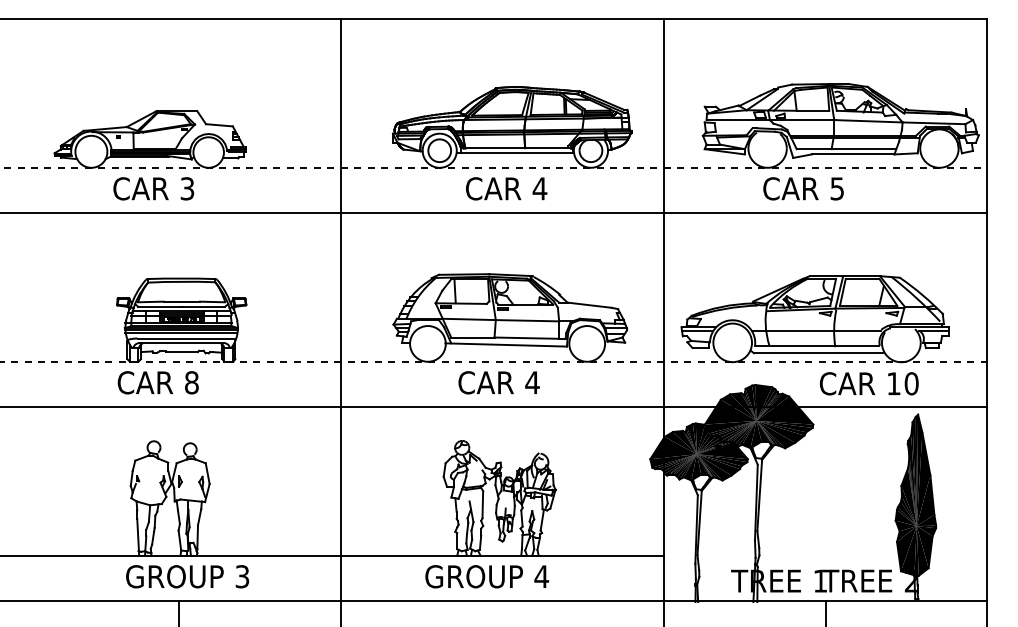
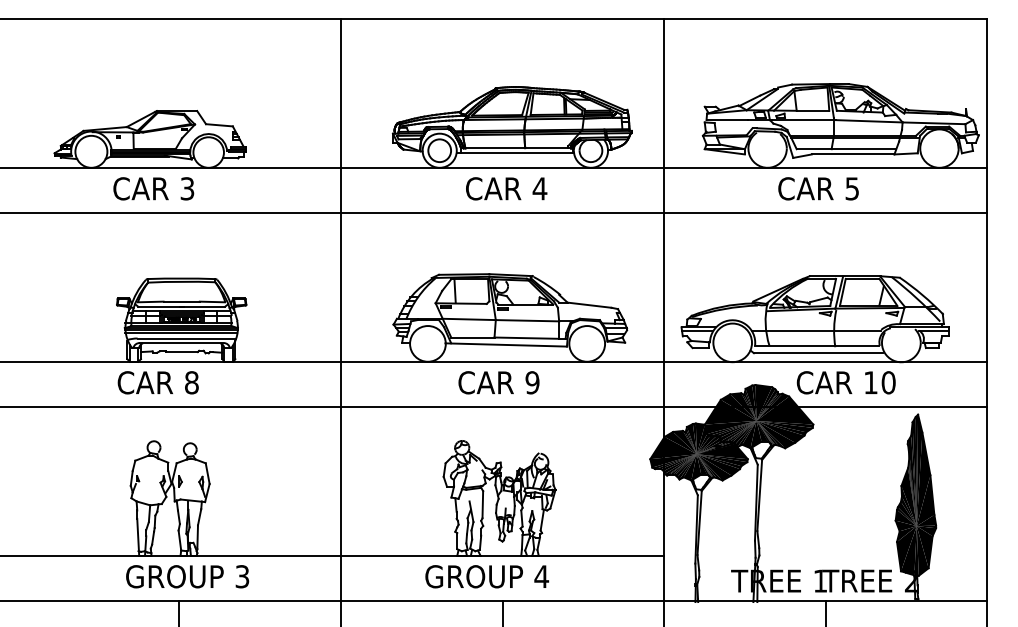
line at (494, 167): dashed -> solid
text at (803, 188) position: (803, 188) -> (818, 188)
line at (494, 361): dashed -> solid
text at (532, 382): 4 -> 9
text at (868, 383) position: (868, 383) -> (845, 382)
line at (502, 611): none -> present
